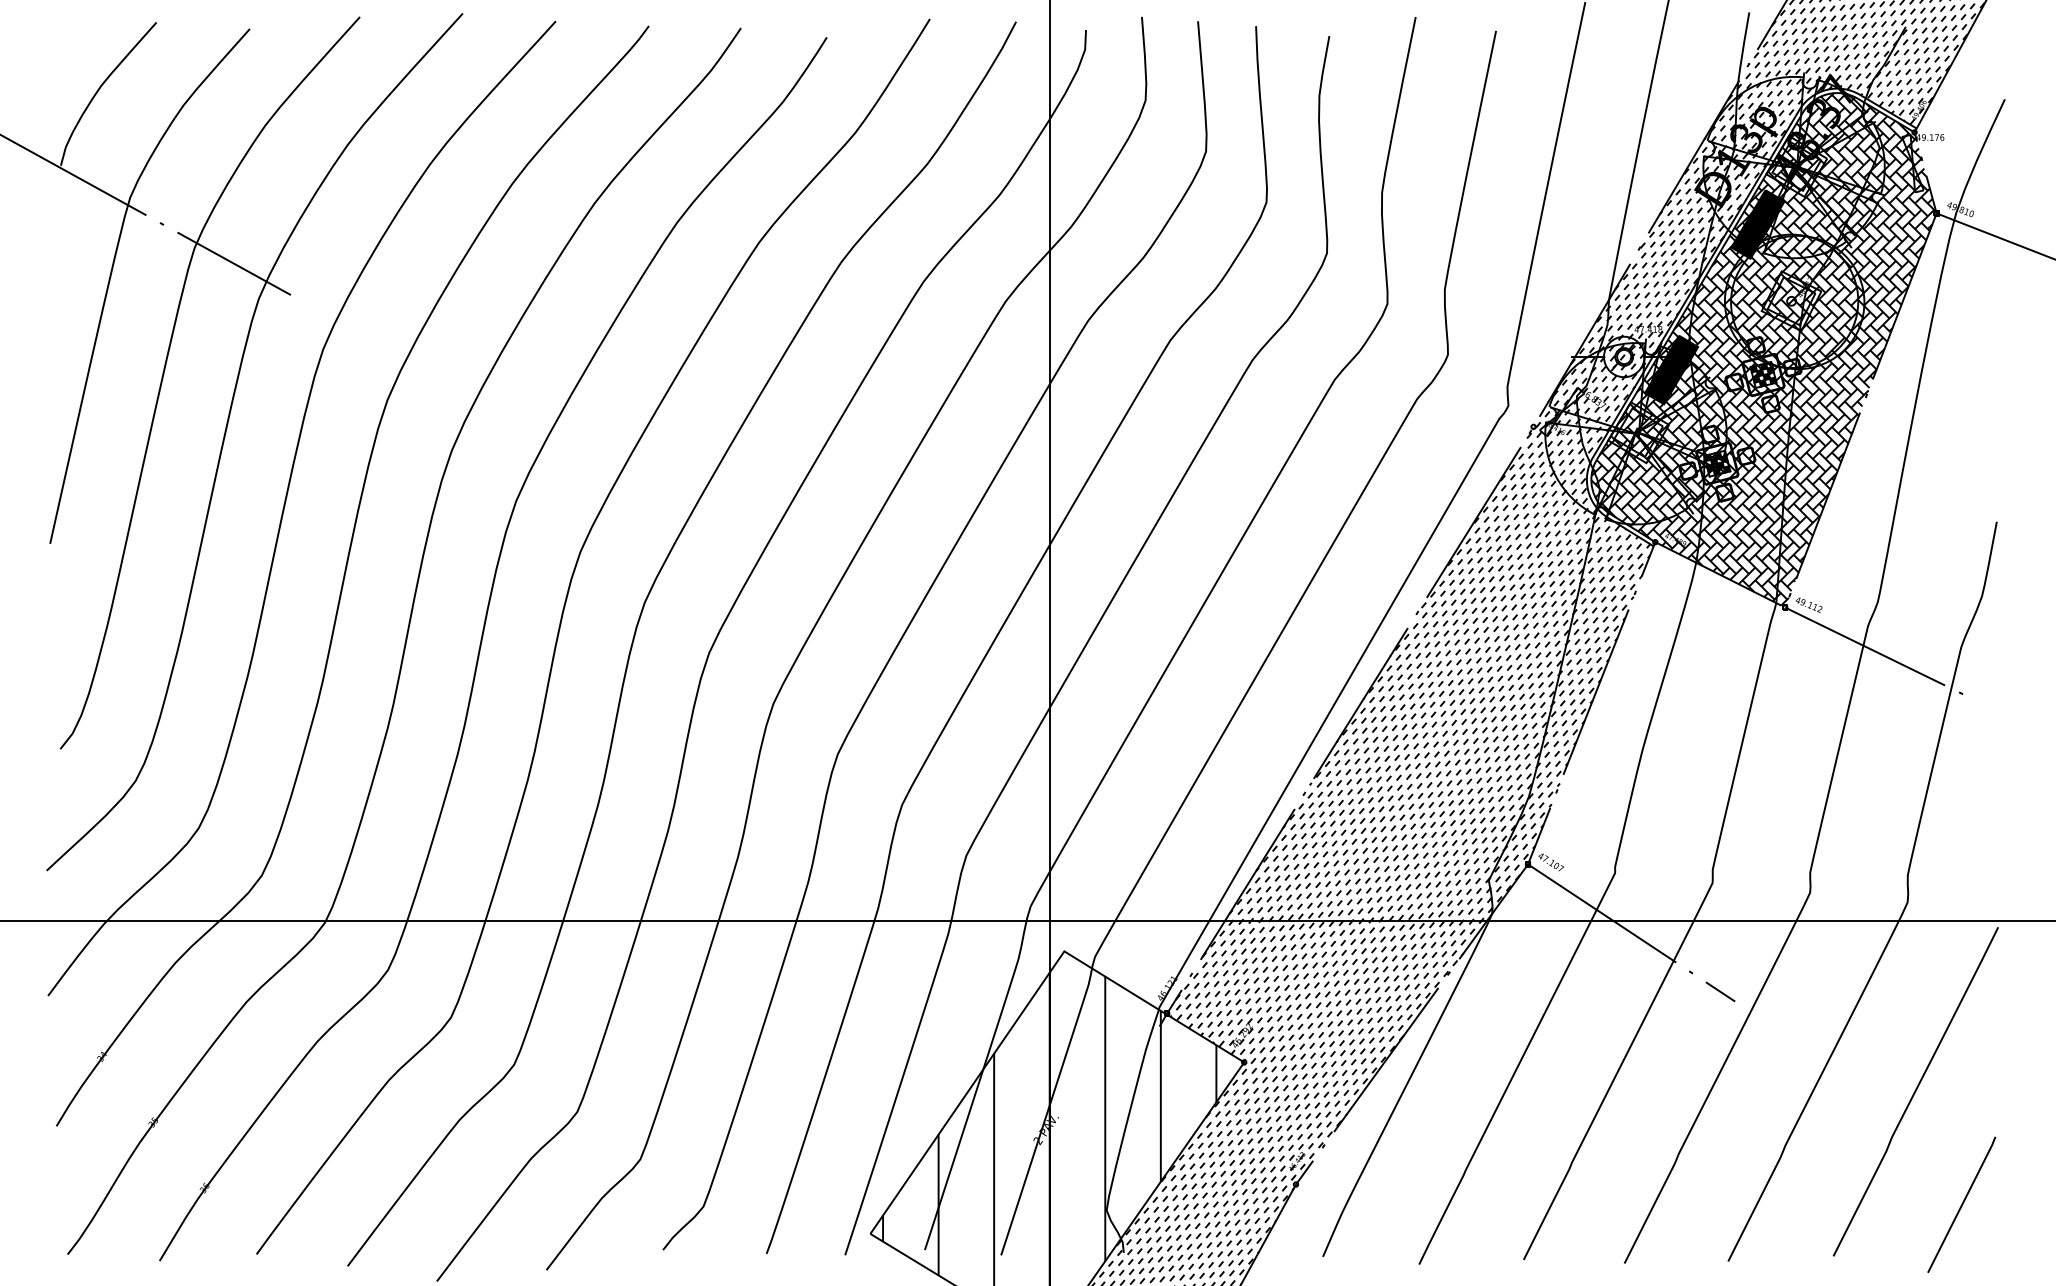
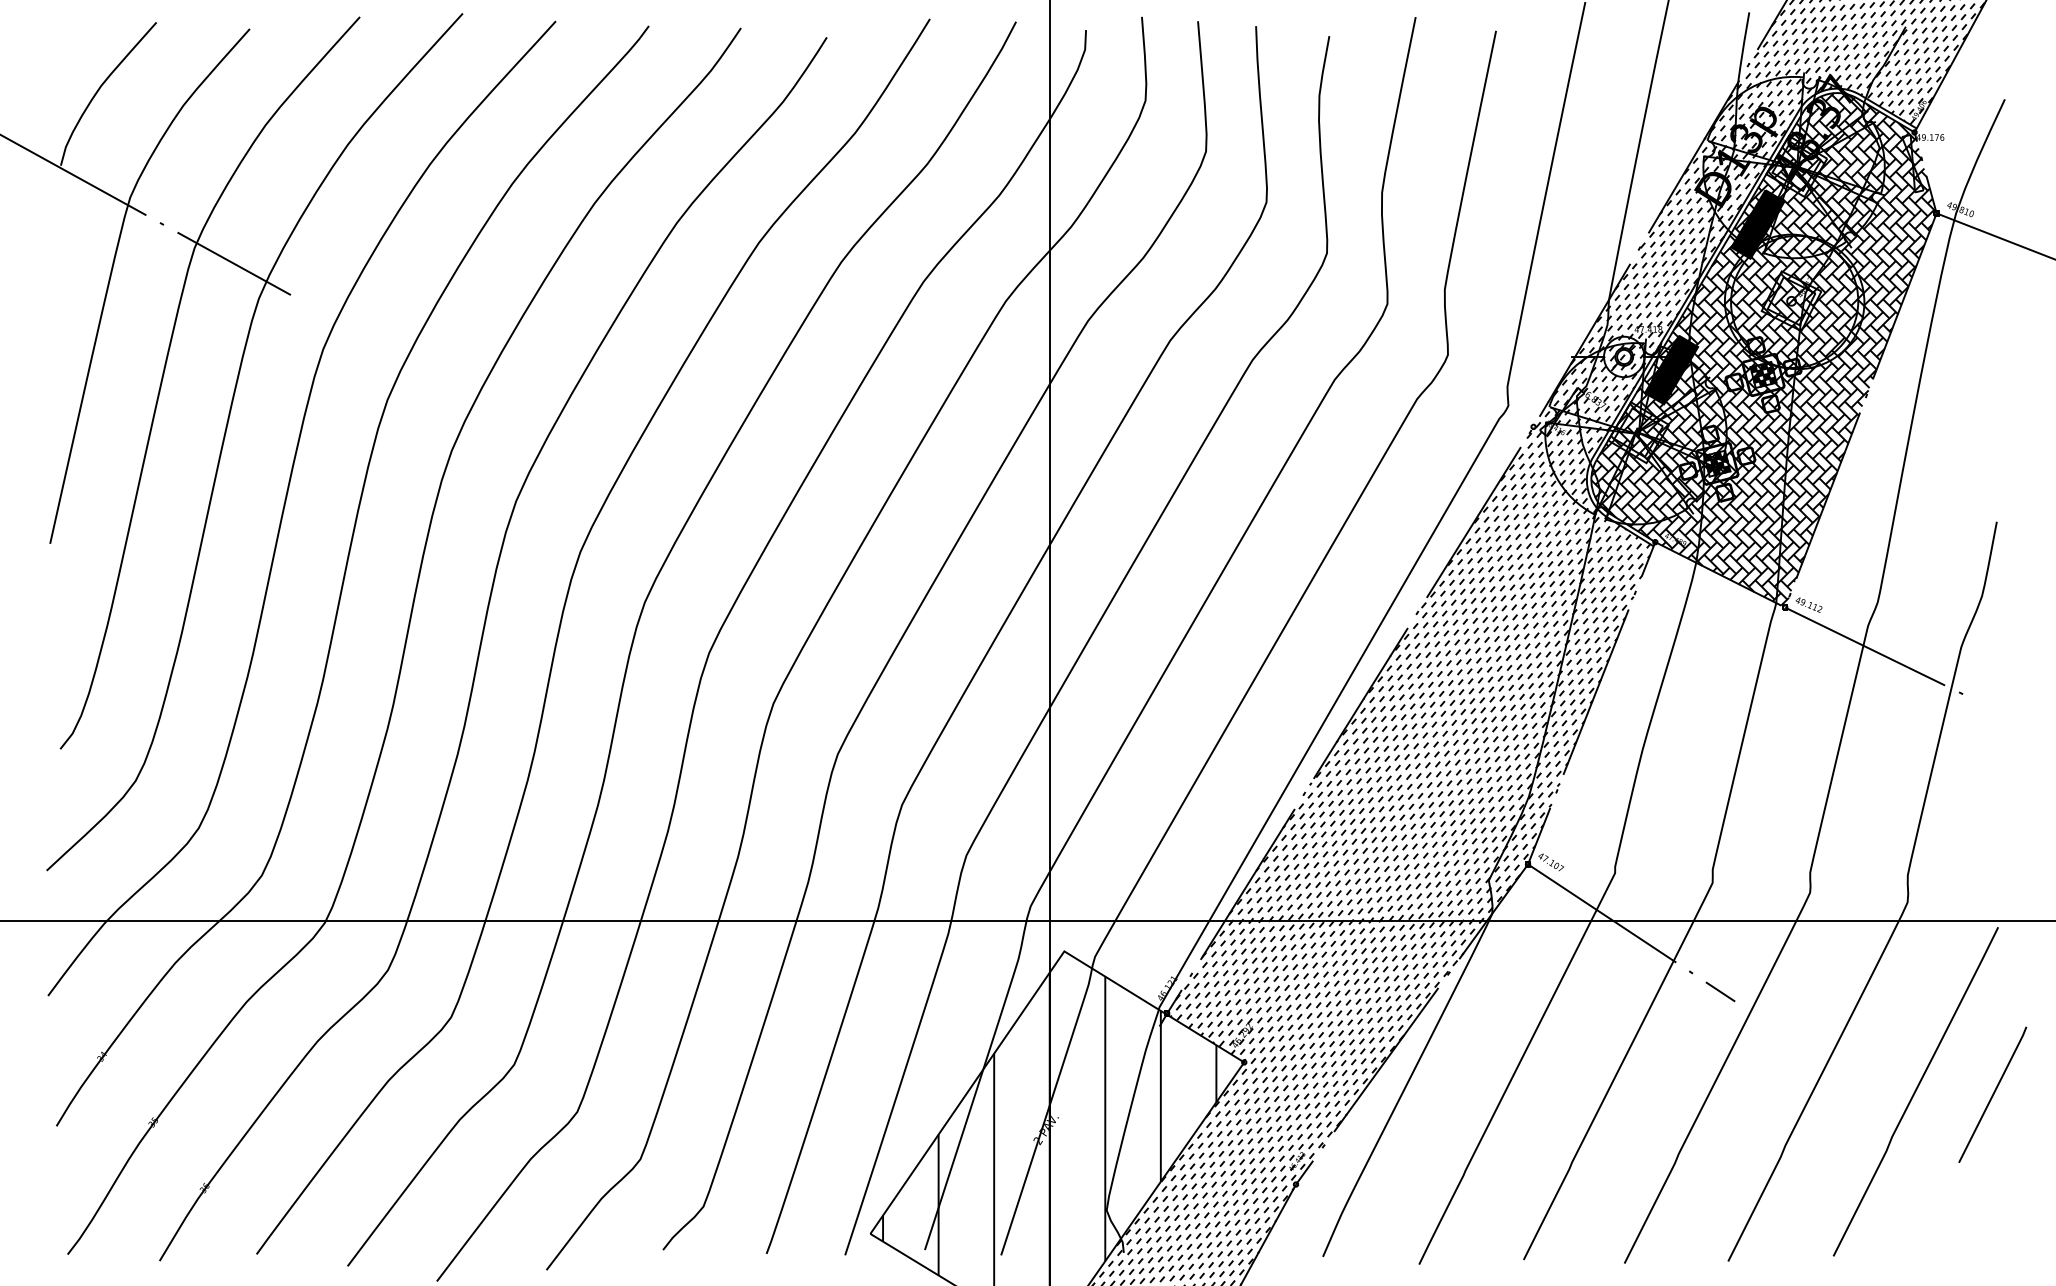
line at (1961, 1204) position: (1961, 1204) -> (1992, 1094)
